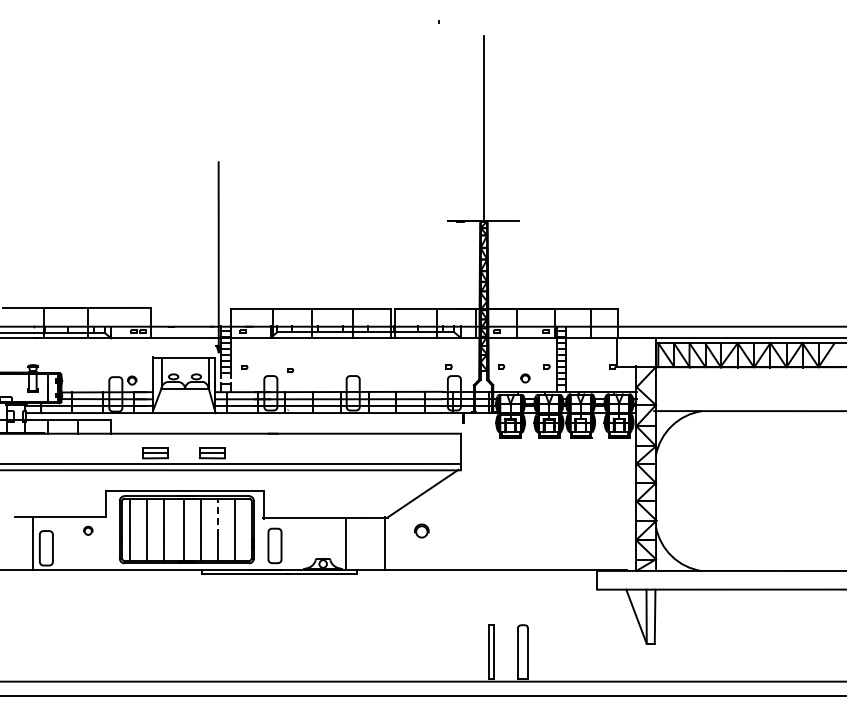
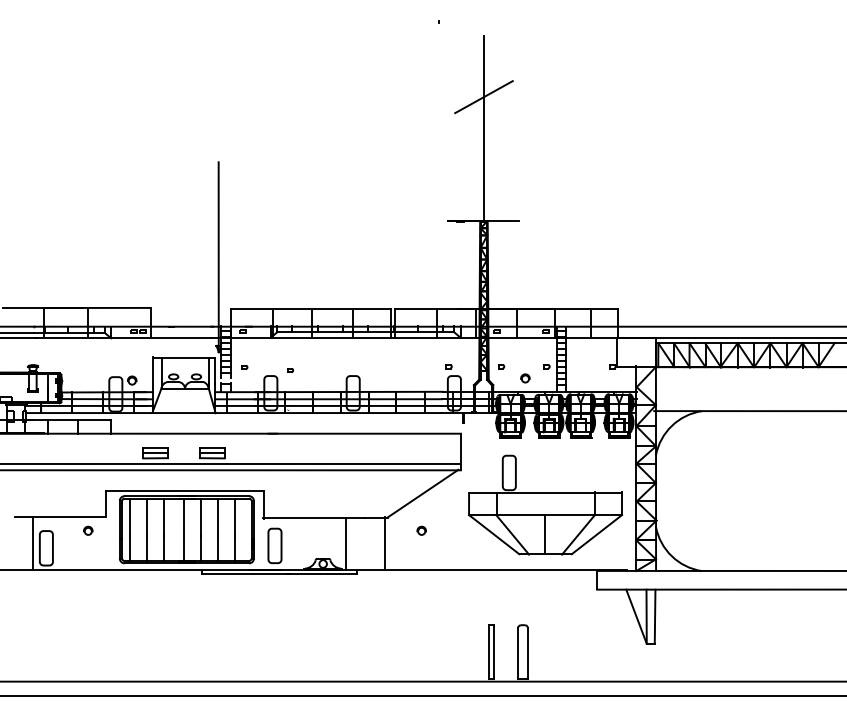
line at (483, 97): none -> present
part at (545, 504): none -> present
line at (218, 517): dashed -> solid
part at (421, 530) size: 16x16 px -> 11x11 px
